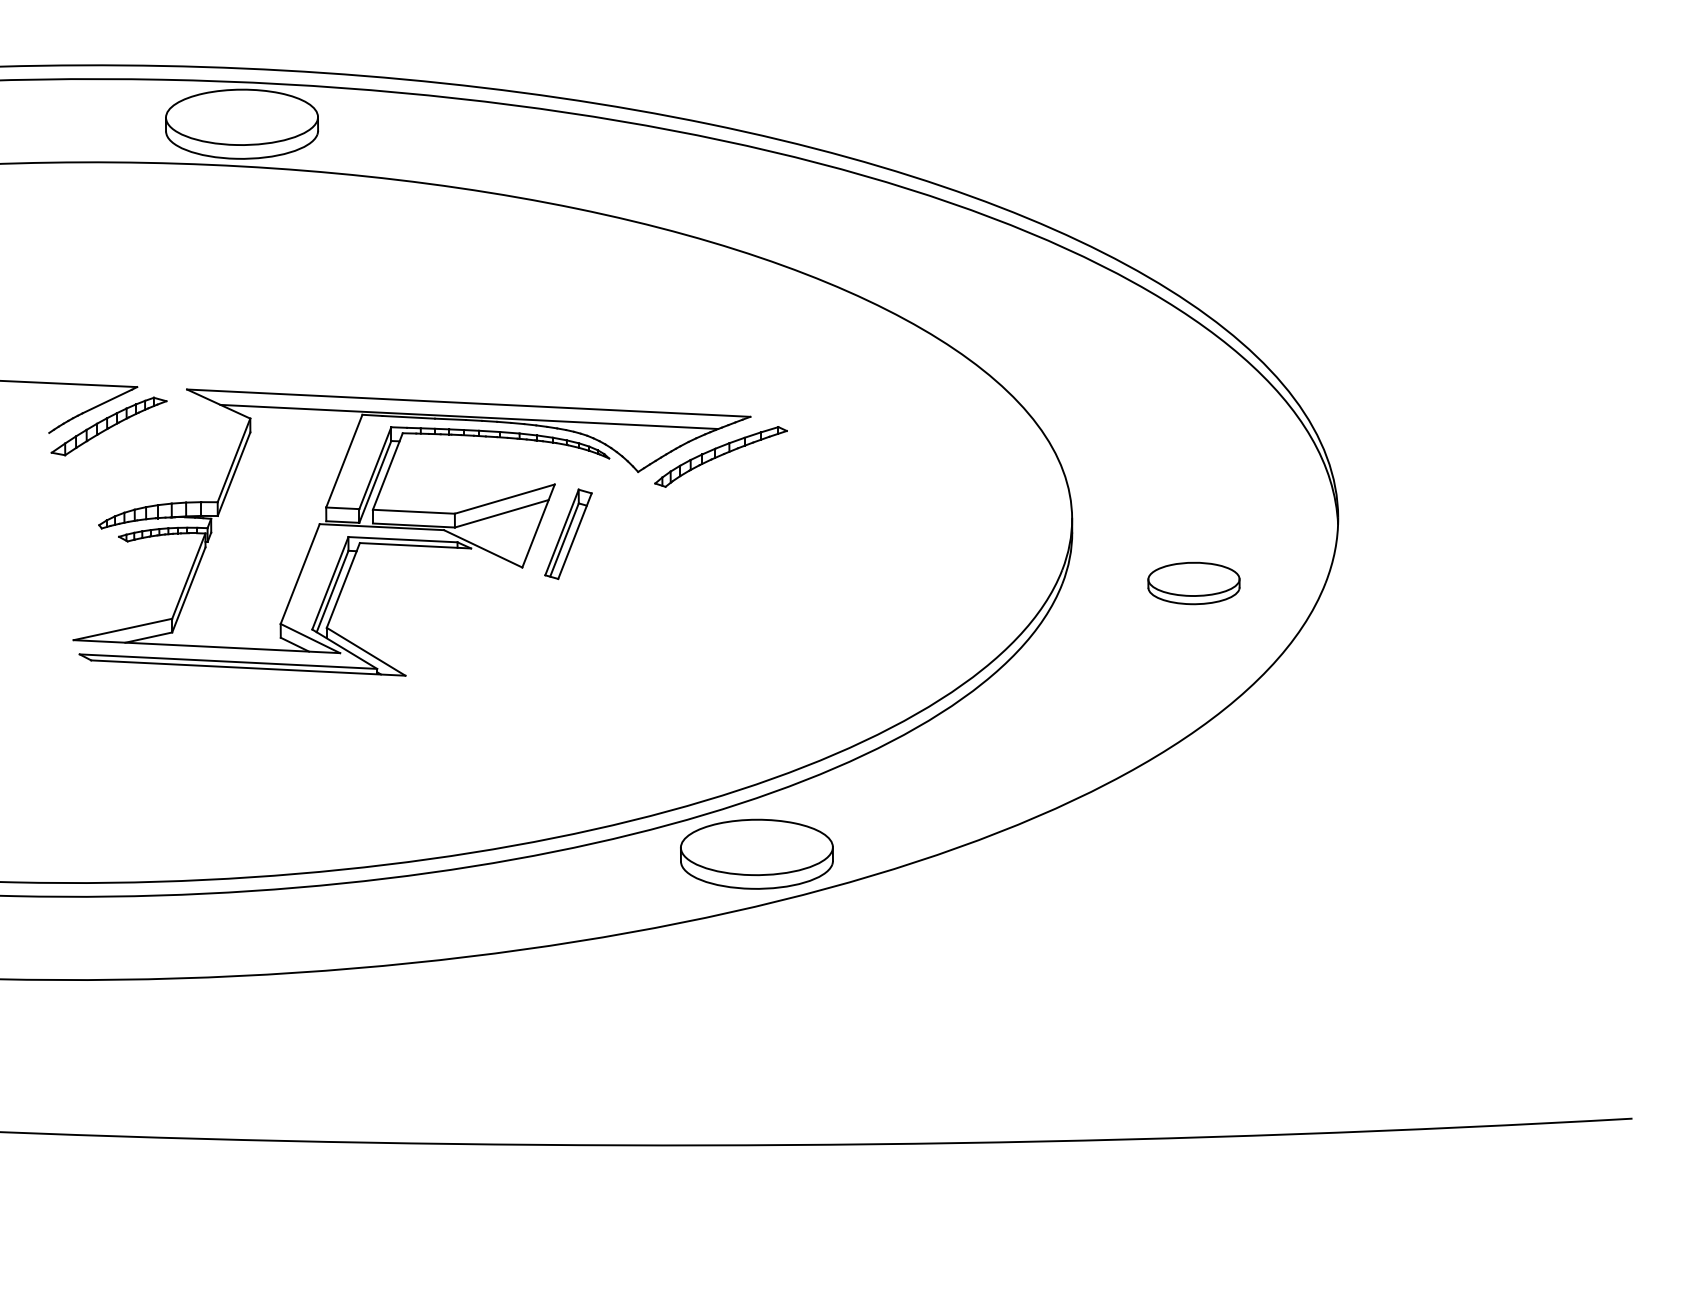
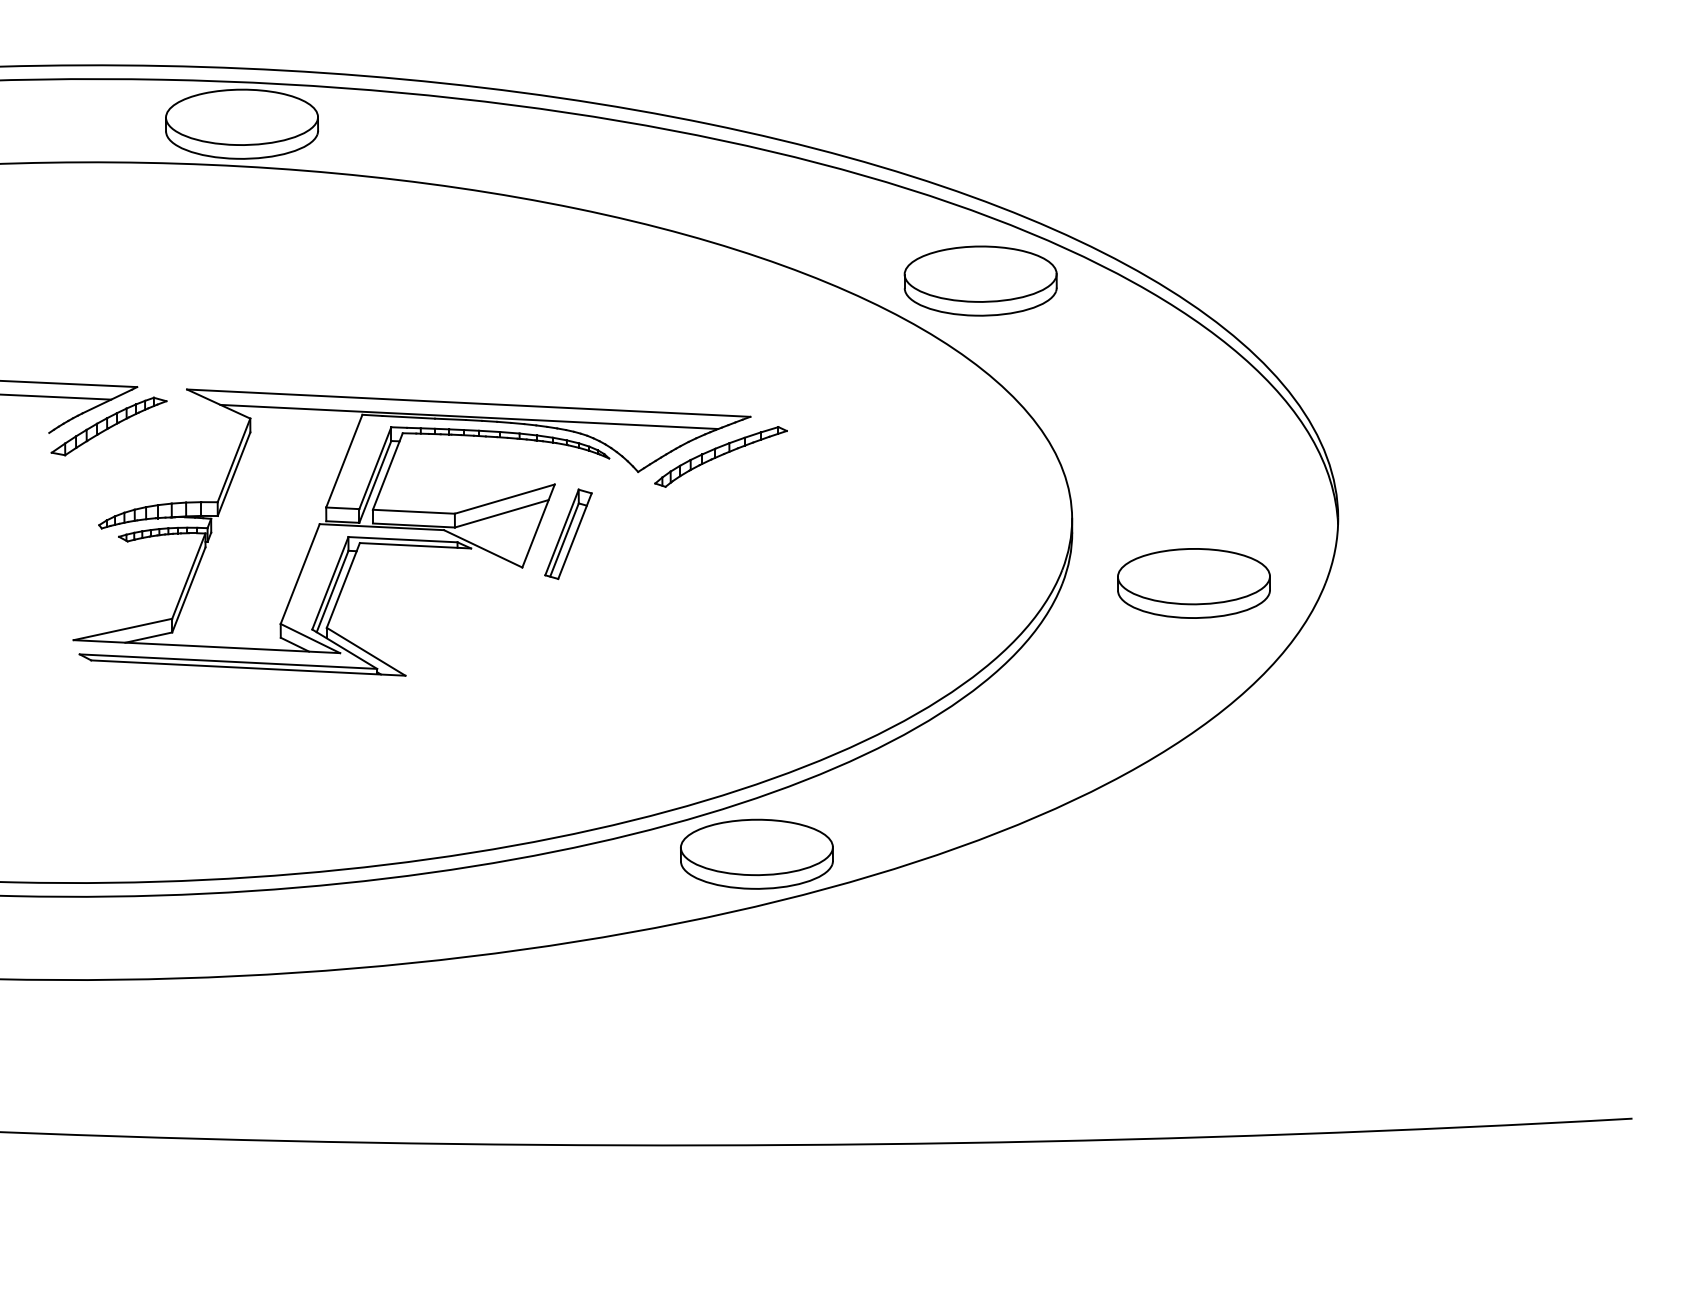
part at (980, 280): none -> present
line at (56, 396): none -> present
part at (1193, 583) size: 94x45 px -> 154x71 px
